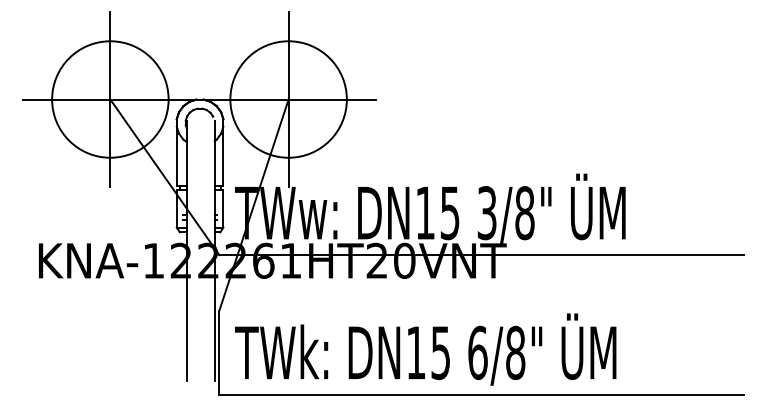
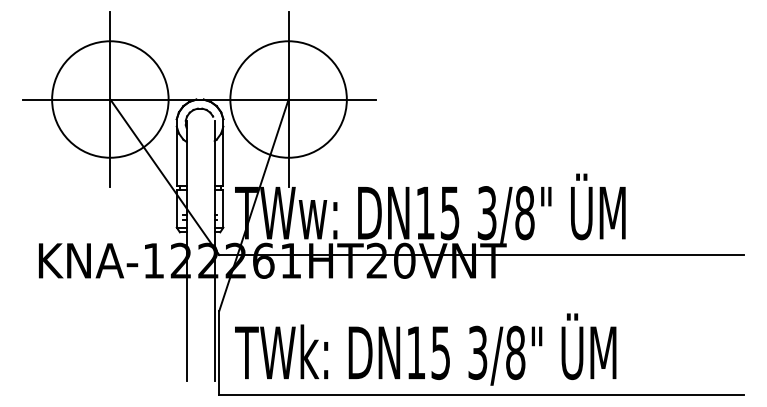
text at (477, 352): 6/8" -> 3/8"
